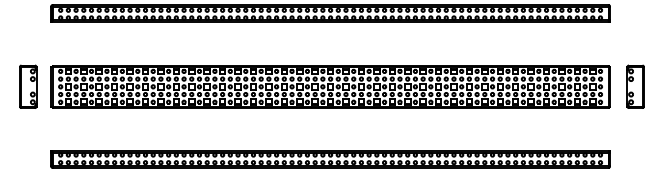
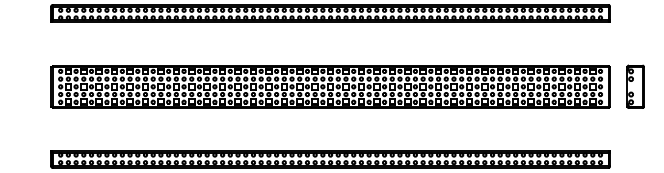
part at (28, 86): present -> none
